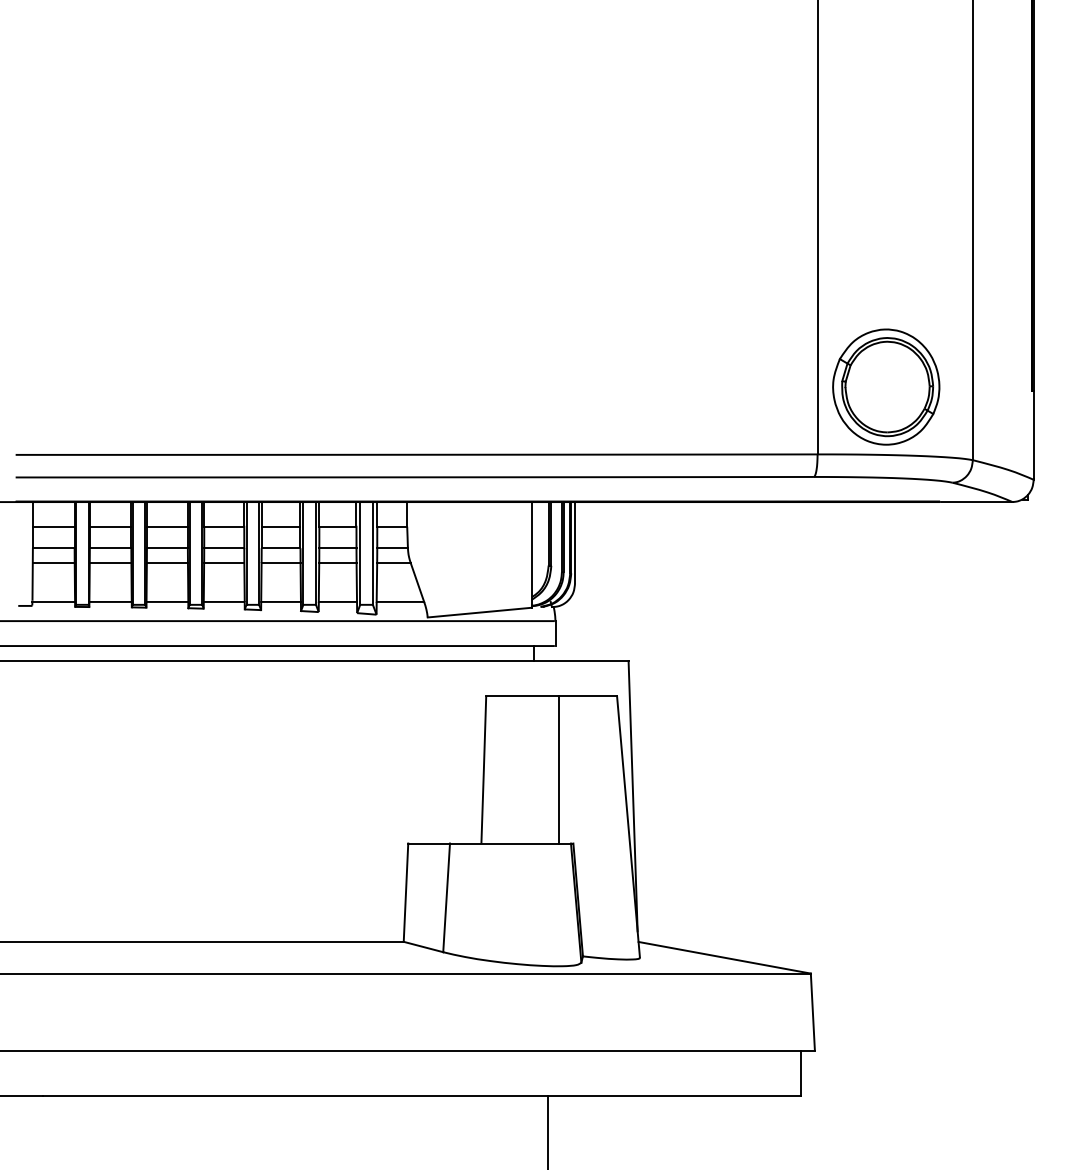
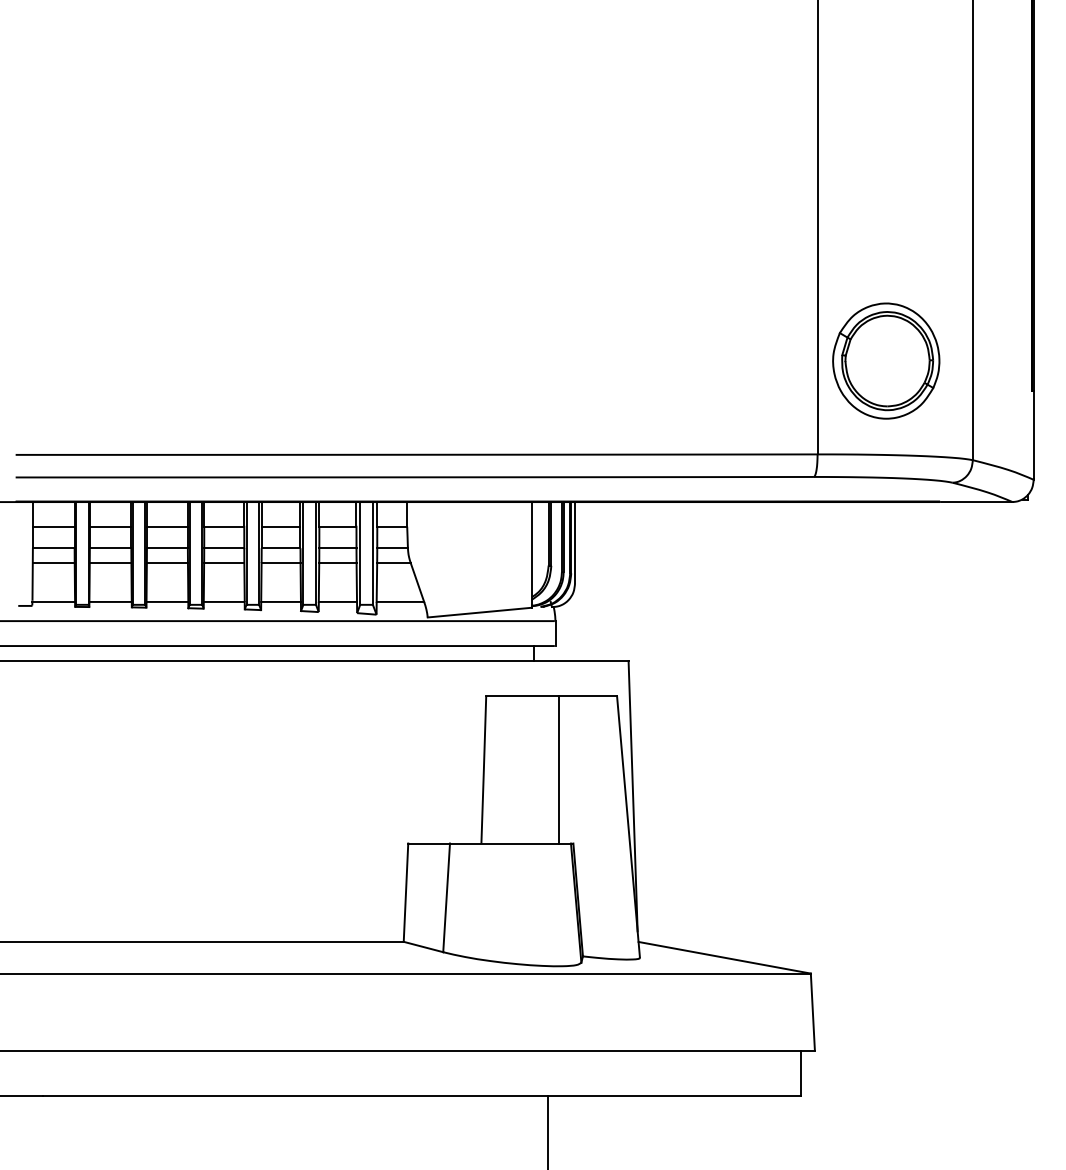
part at (886, 386) position: (886, 386) -> (886, 360)
